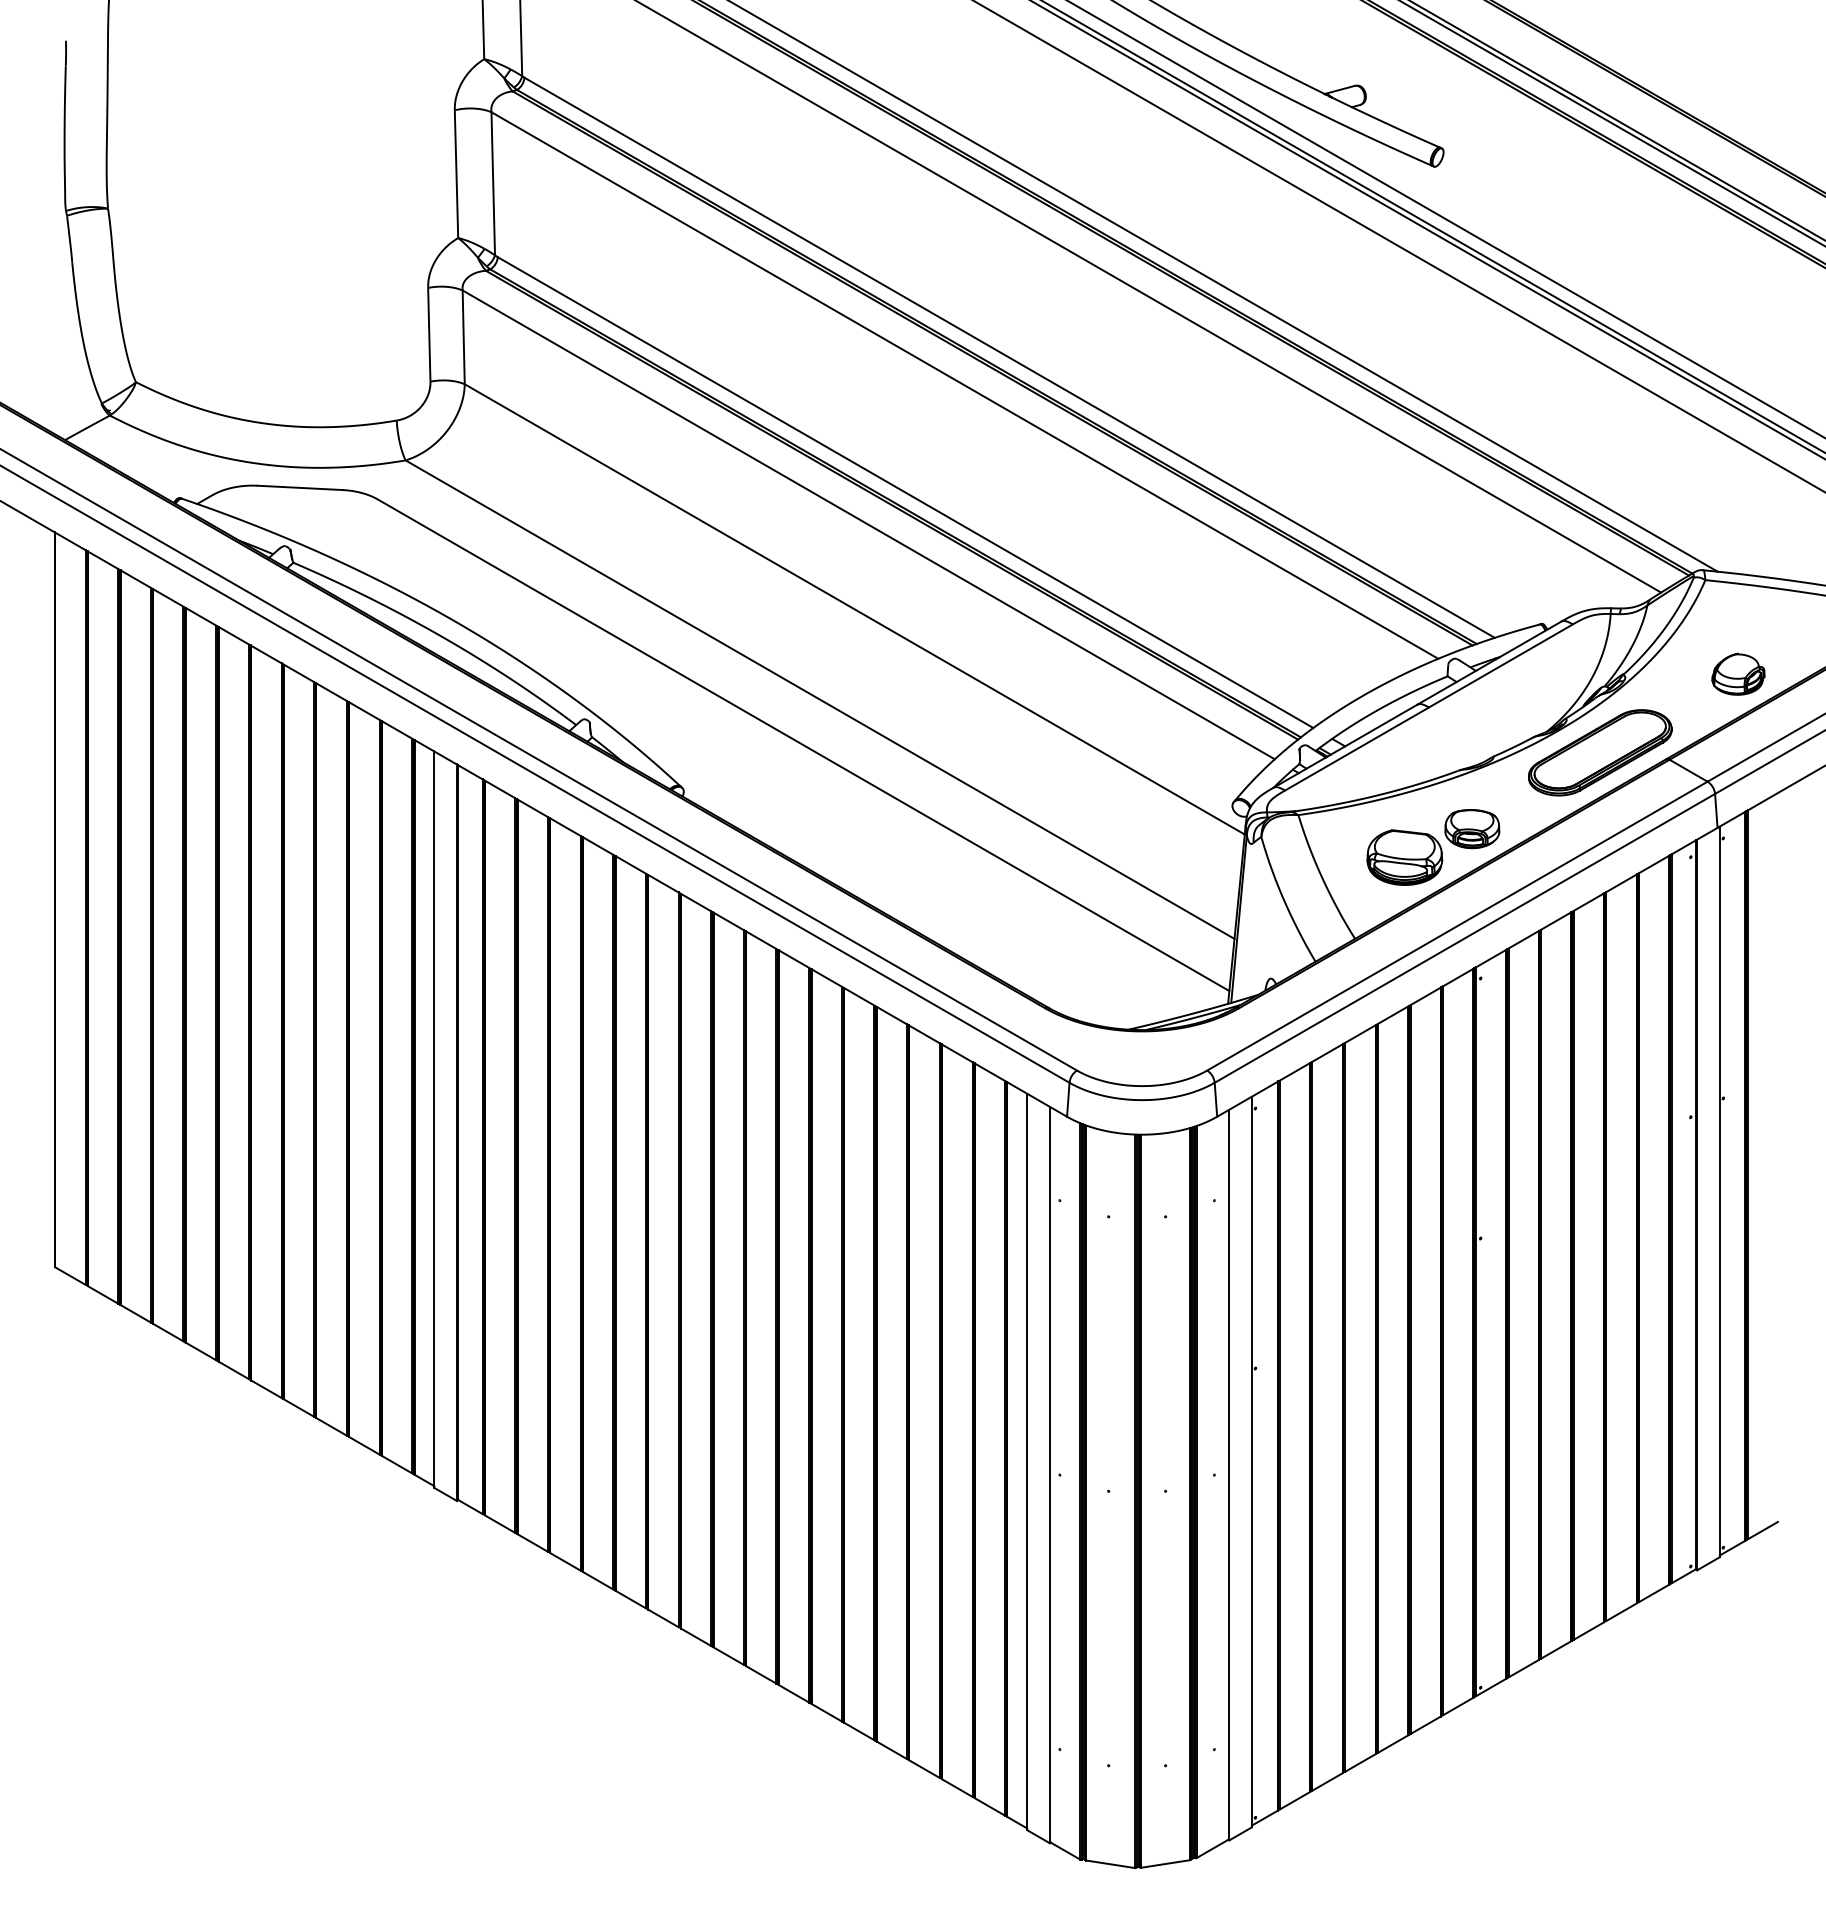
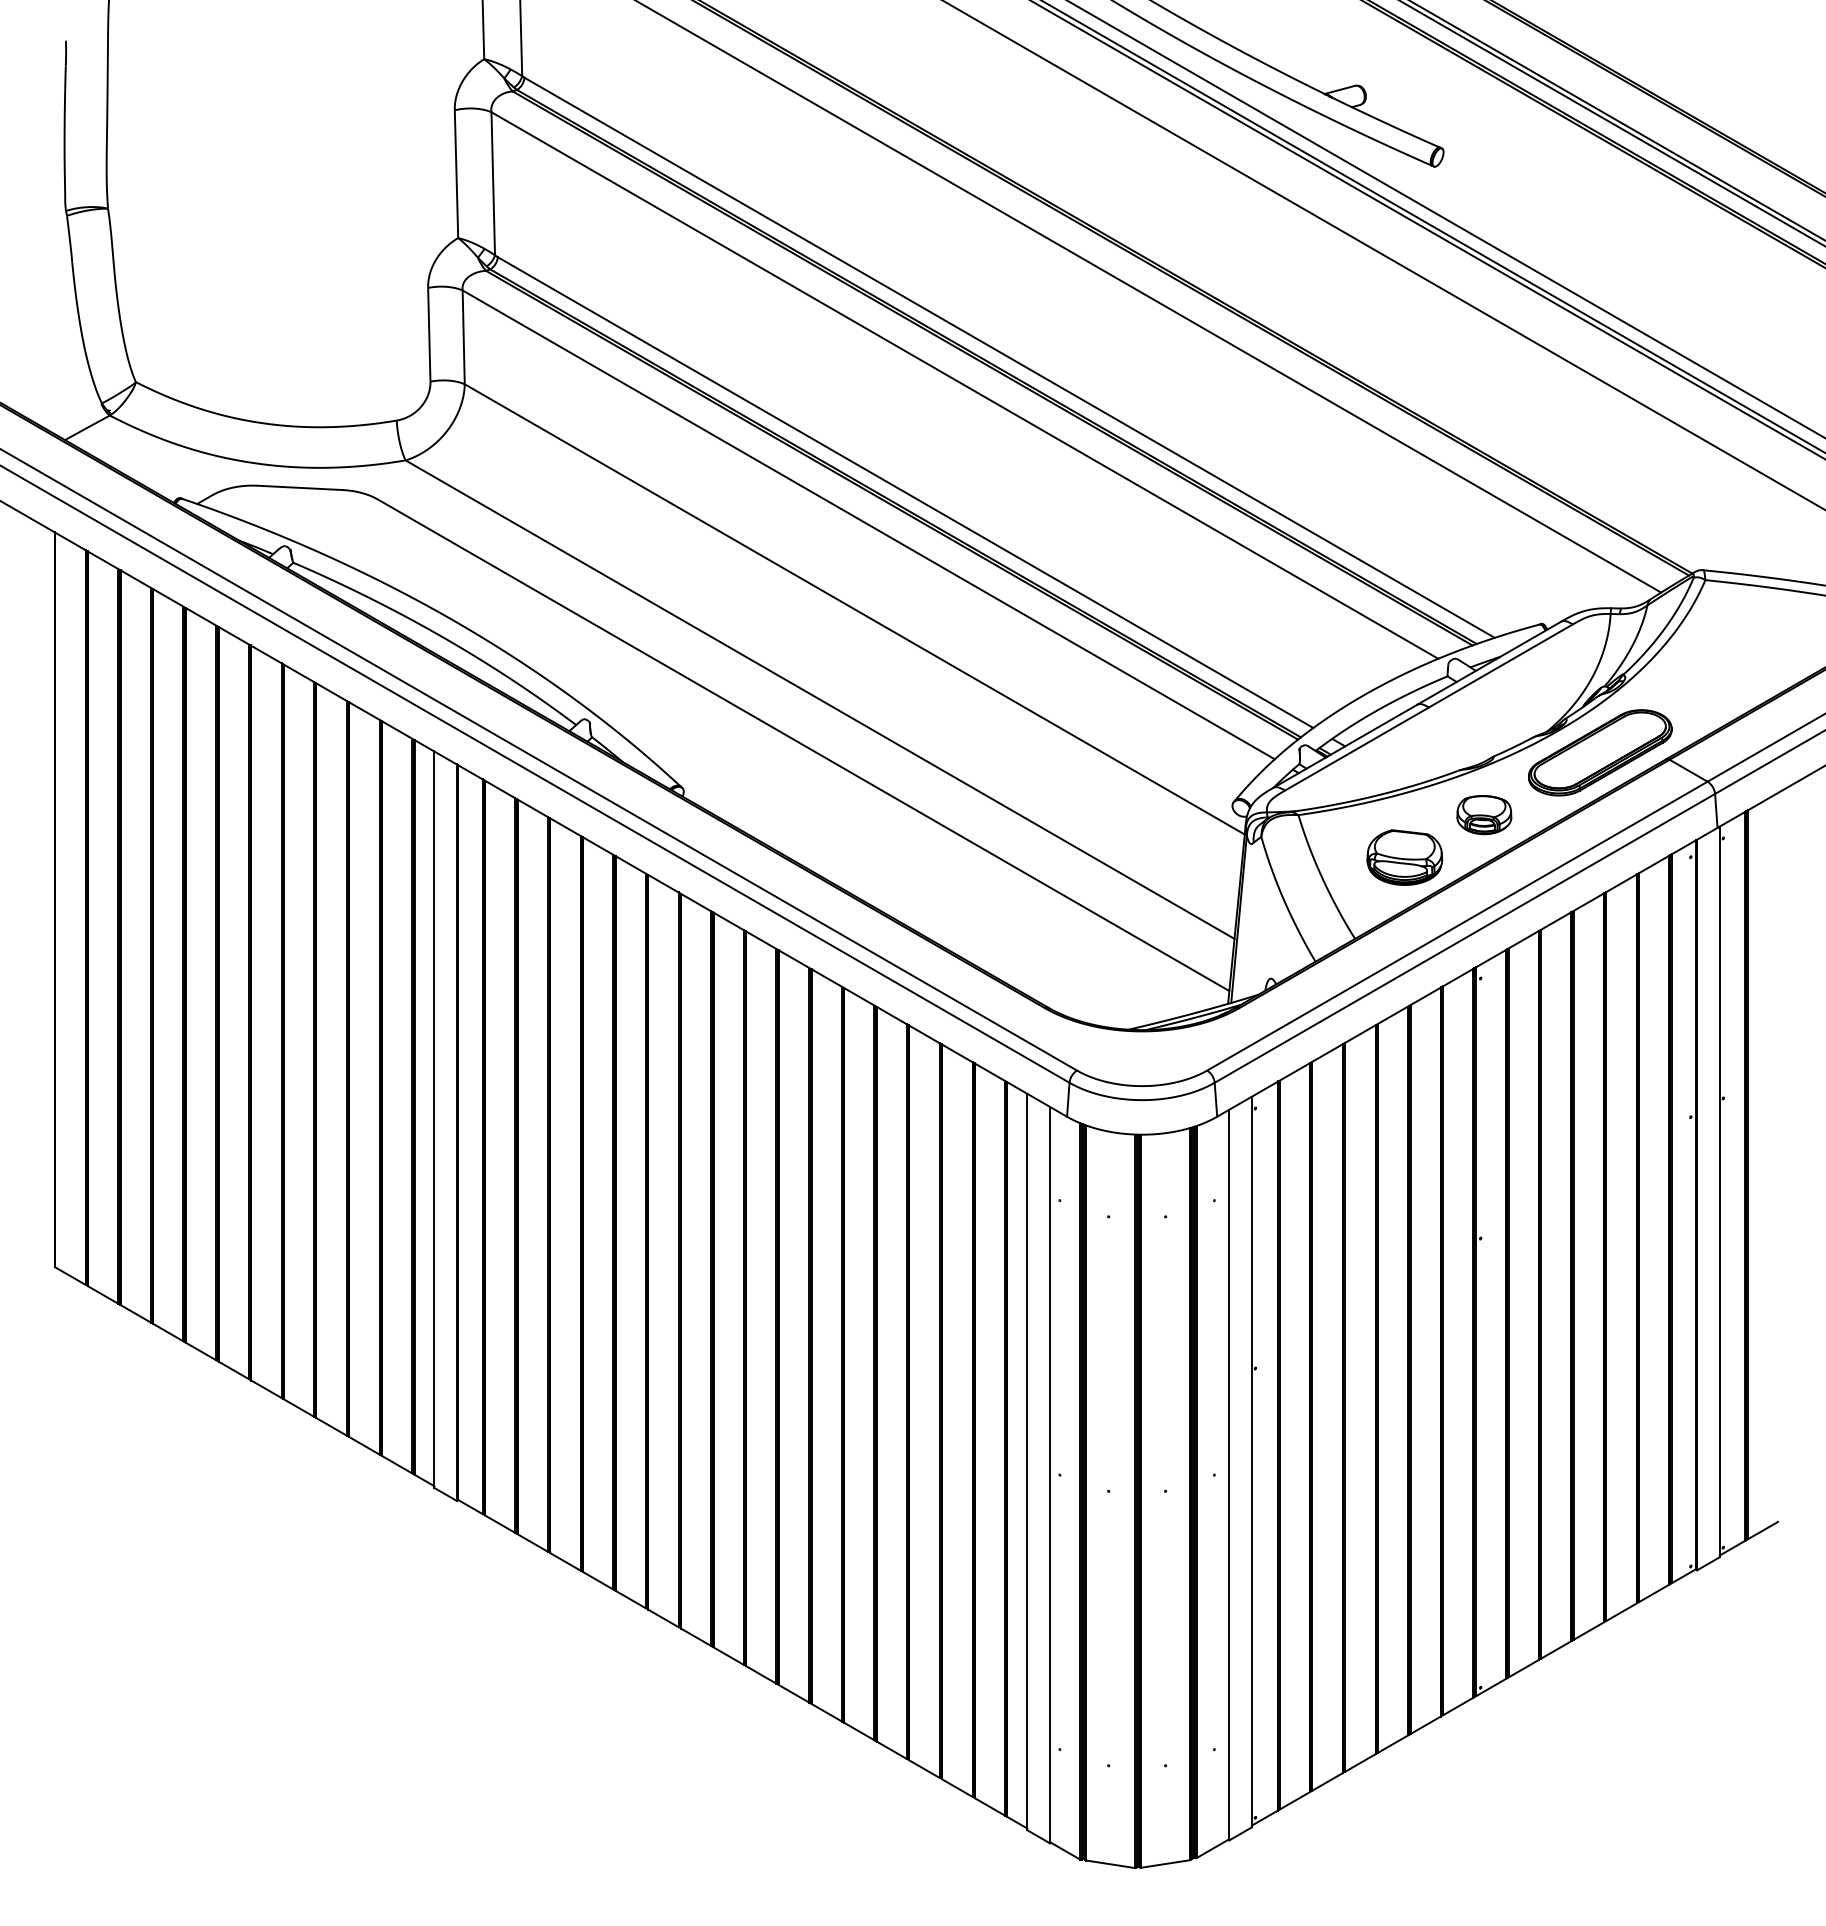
line at (1399, 246) position: (1399, 246) -> (1383, 255)
line at (1224, 286): present -> none
part at (1738, 673): present -> none
part at (1472, 829) position: (1472, 829) -> (1484, 815)
